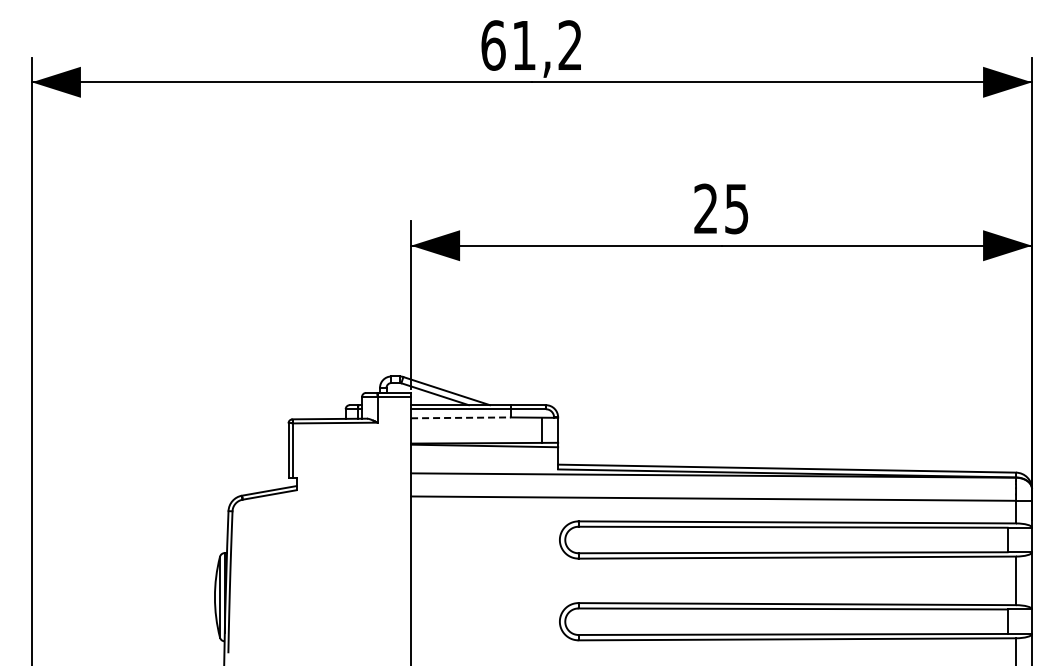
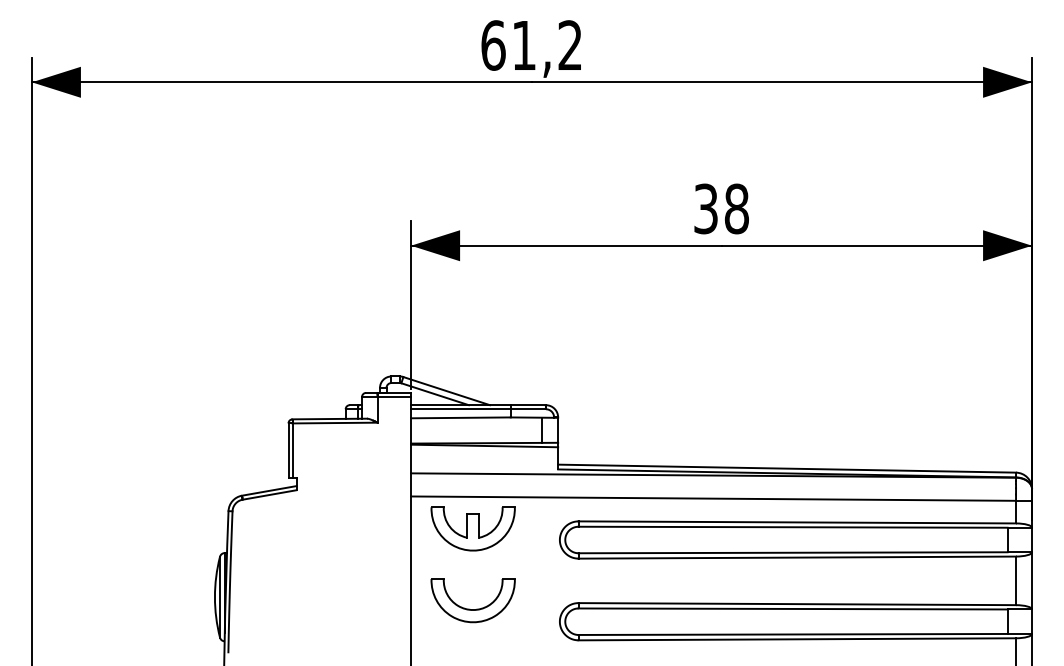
text at (721, 208): 25 -> 38
line at (460, 417): dashed -> solid
part at (472, 528): none -> present
part at (469, 608): none -> present
